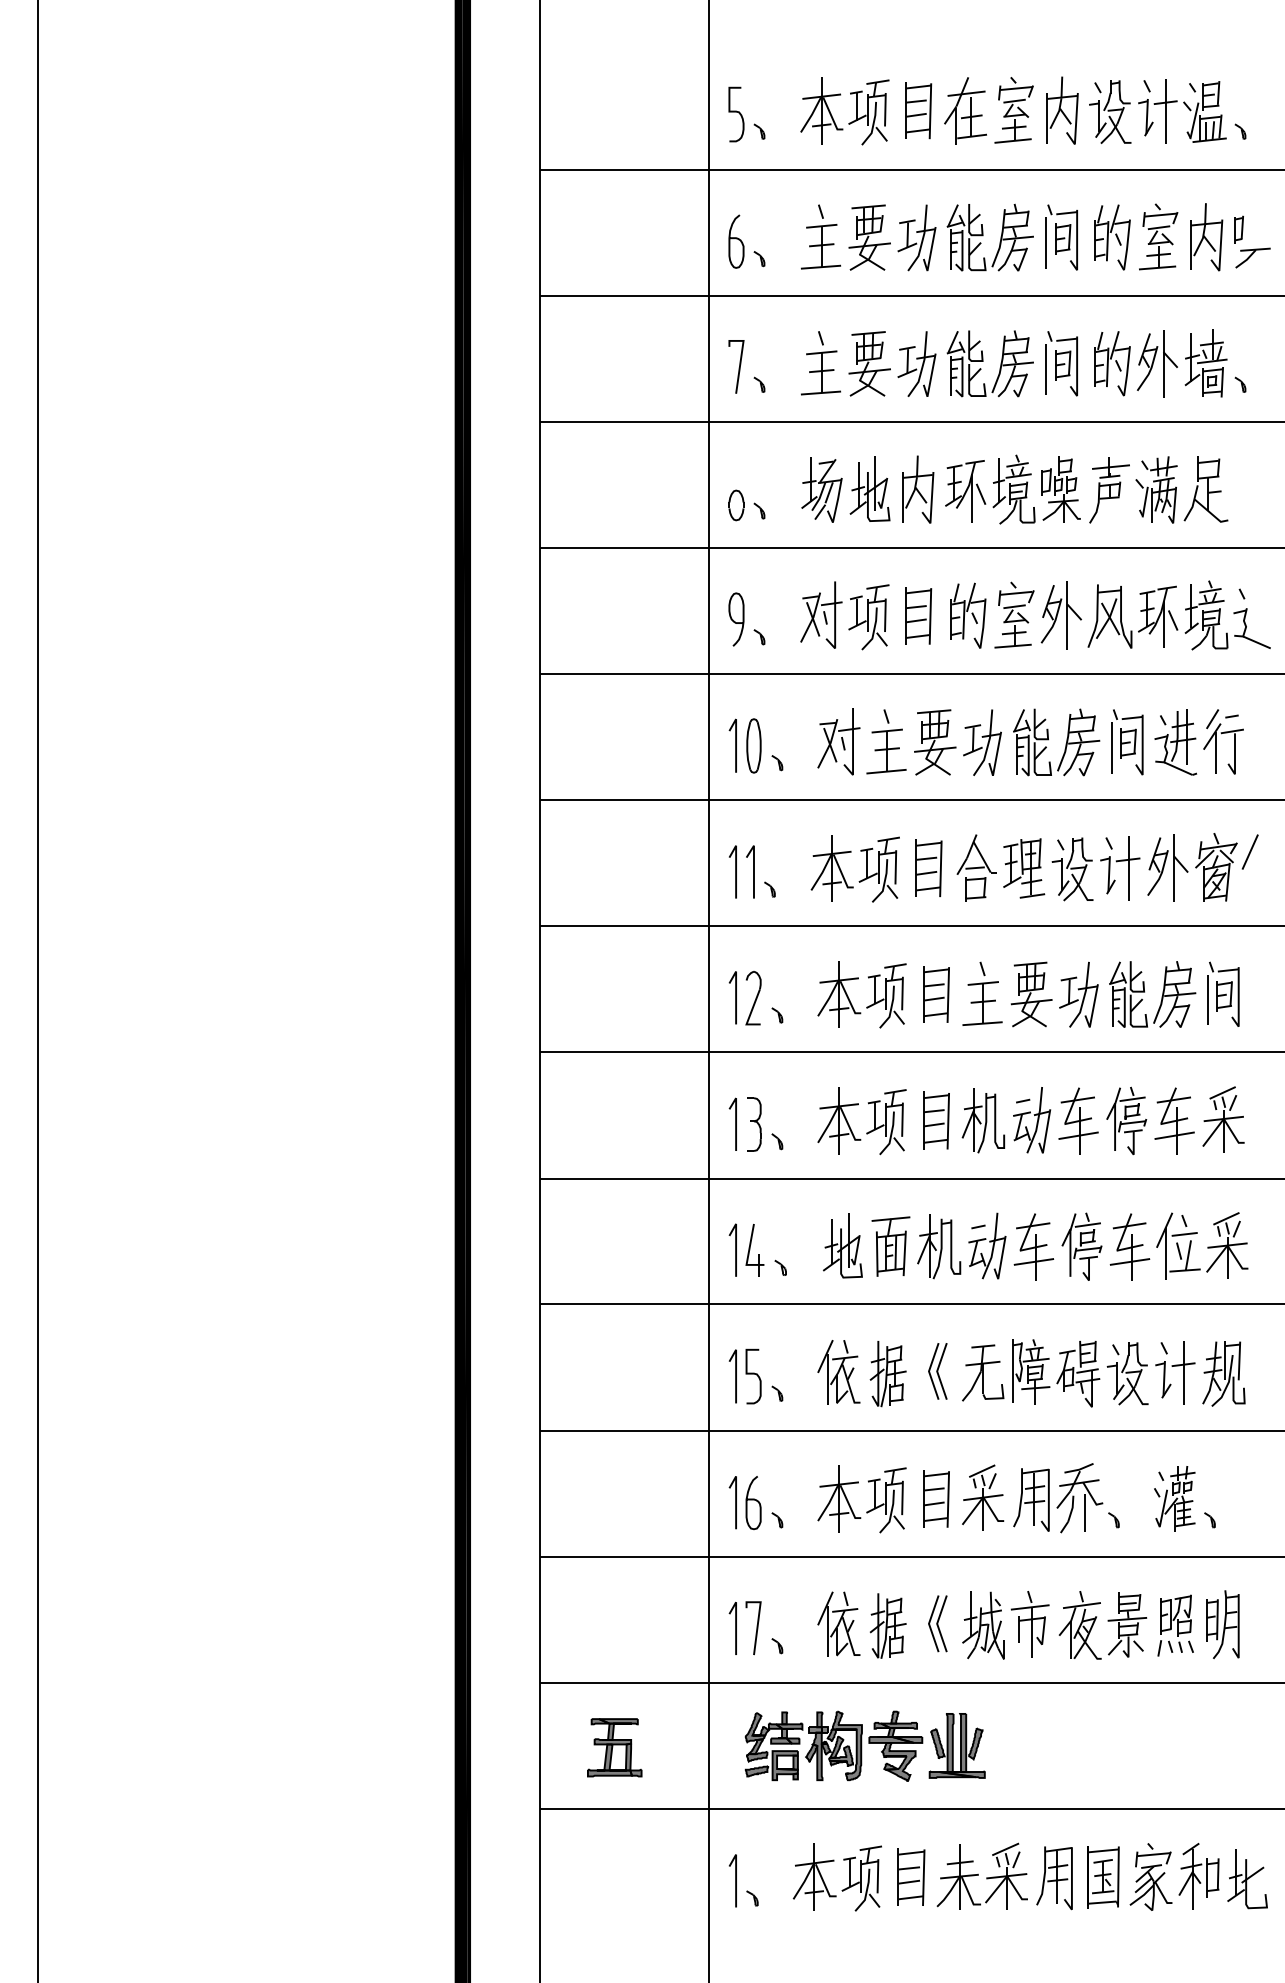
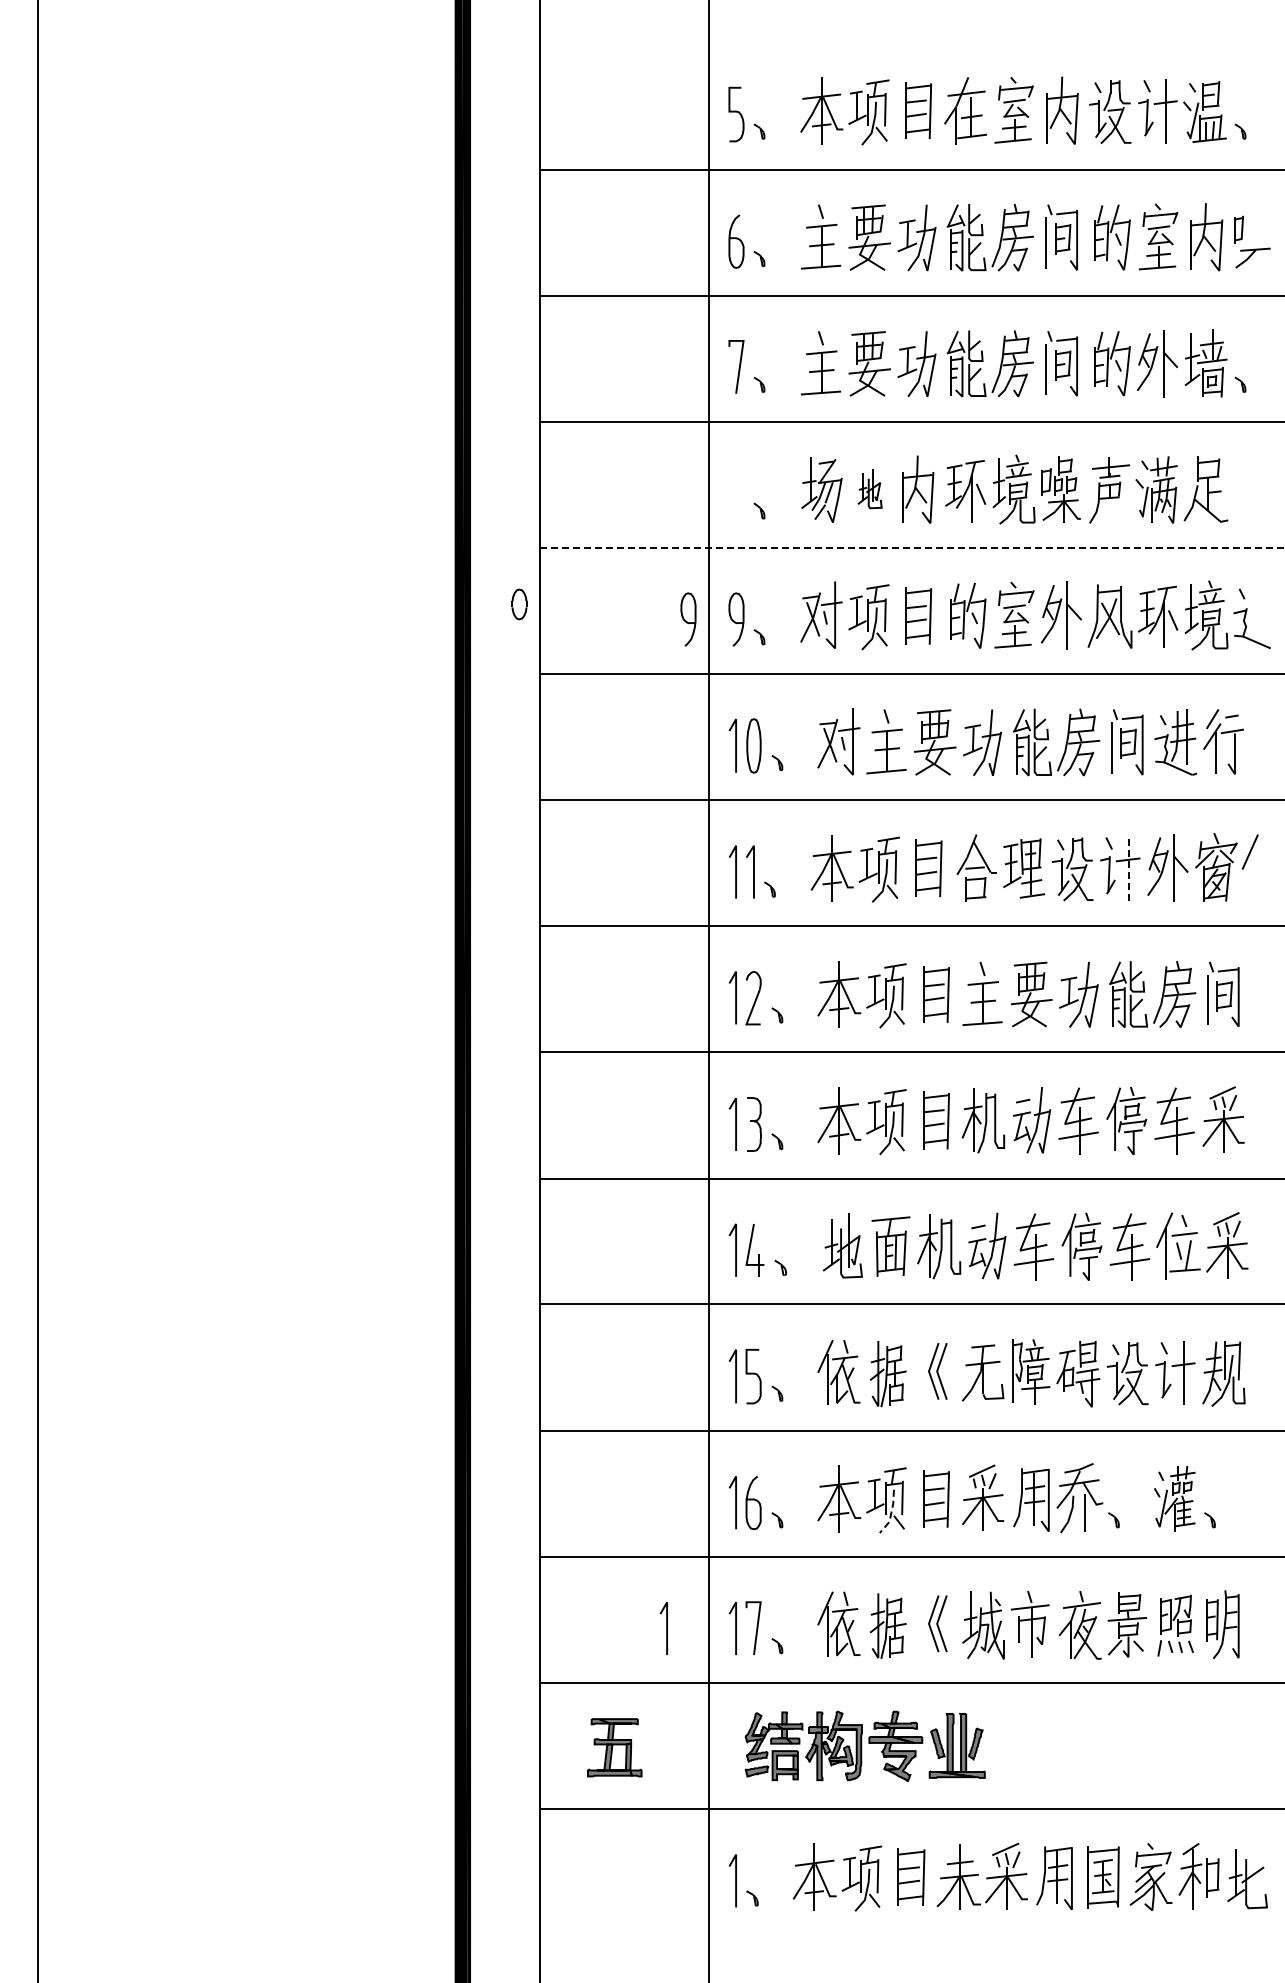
part at (869, 488) size: 42x66 px -> 26x41 px
part at (736, 505) position: (736, 505) -> (519, 604)
line at (912, 547): solid -> dashed
curve at (686, 620): none -> present
line at (1128, 867): solid -> dashed
line at (891, 1513): solid -> dashed
line at (666, 1628): none -> present
